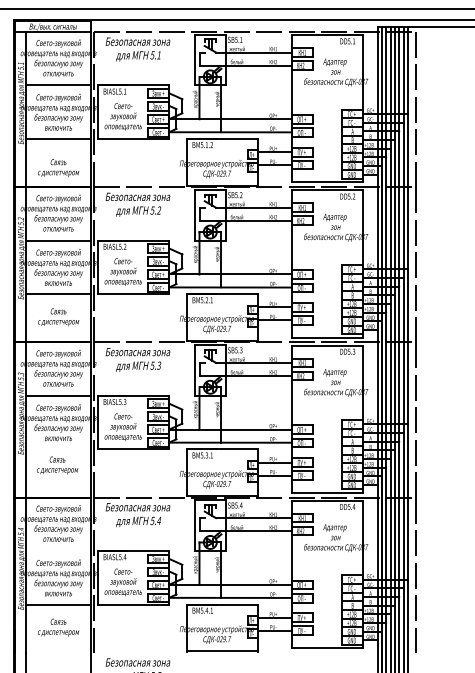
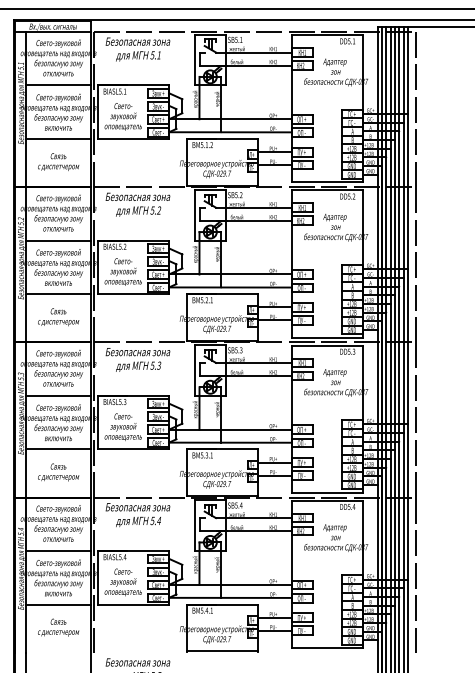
text at (58, 167) position: (58, 167) -> (58, 161)
line at (57, 449): none -> present
text at (57, 465) position: (57, 465) -> (58, 472)
line at (57, 551): none -> present
